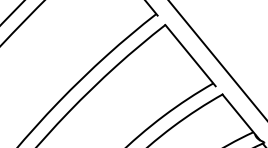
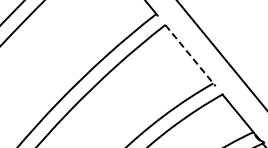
line at (190, 55): solid -> dashed
line at (216, 59) position: (216, 59) -> (221, 54)
